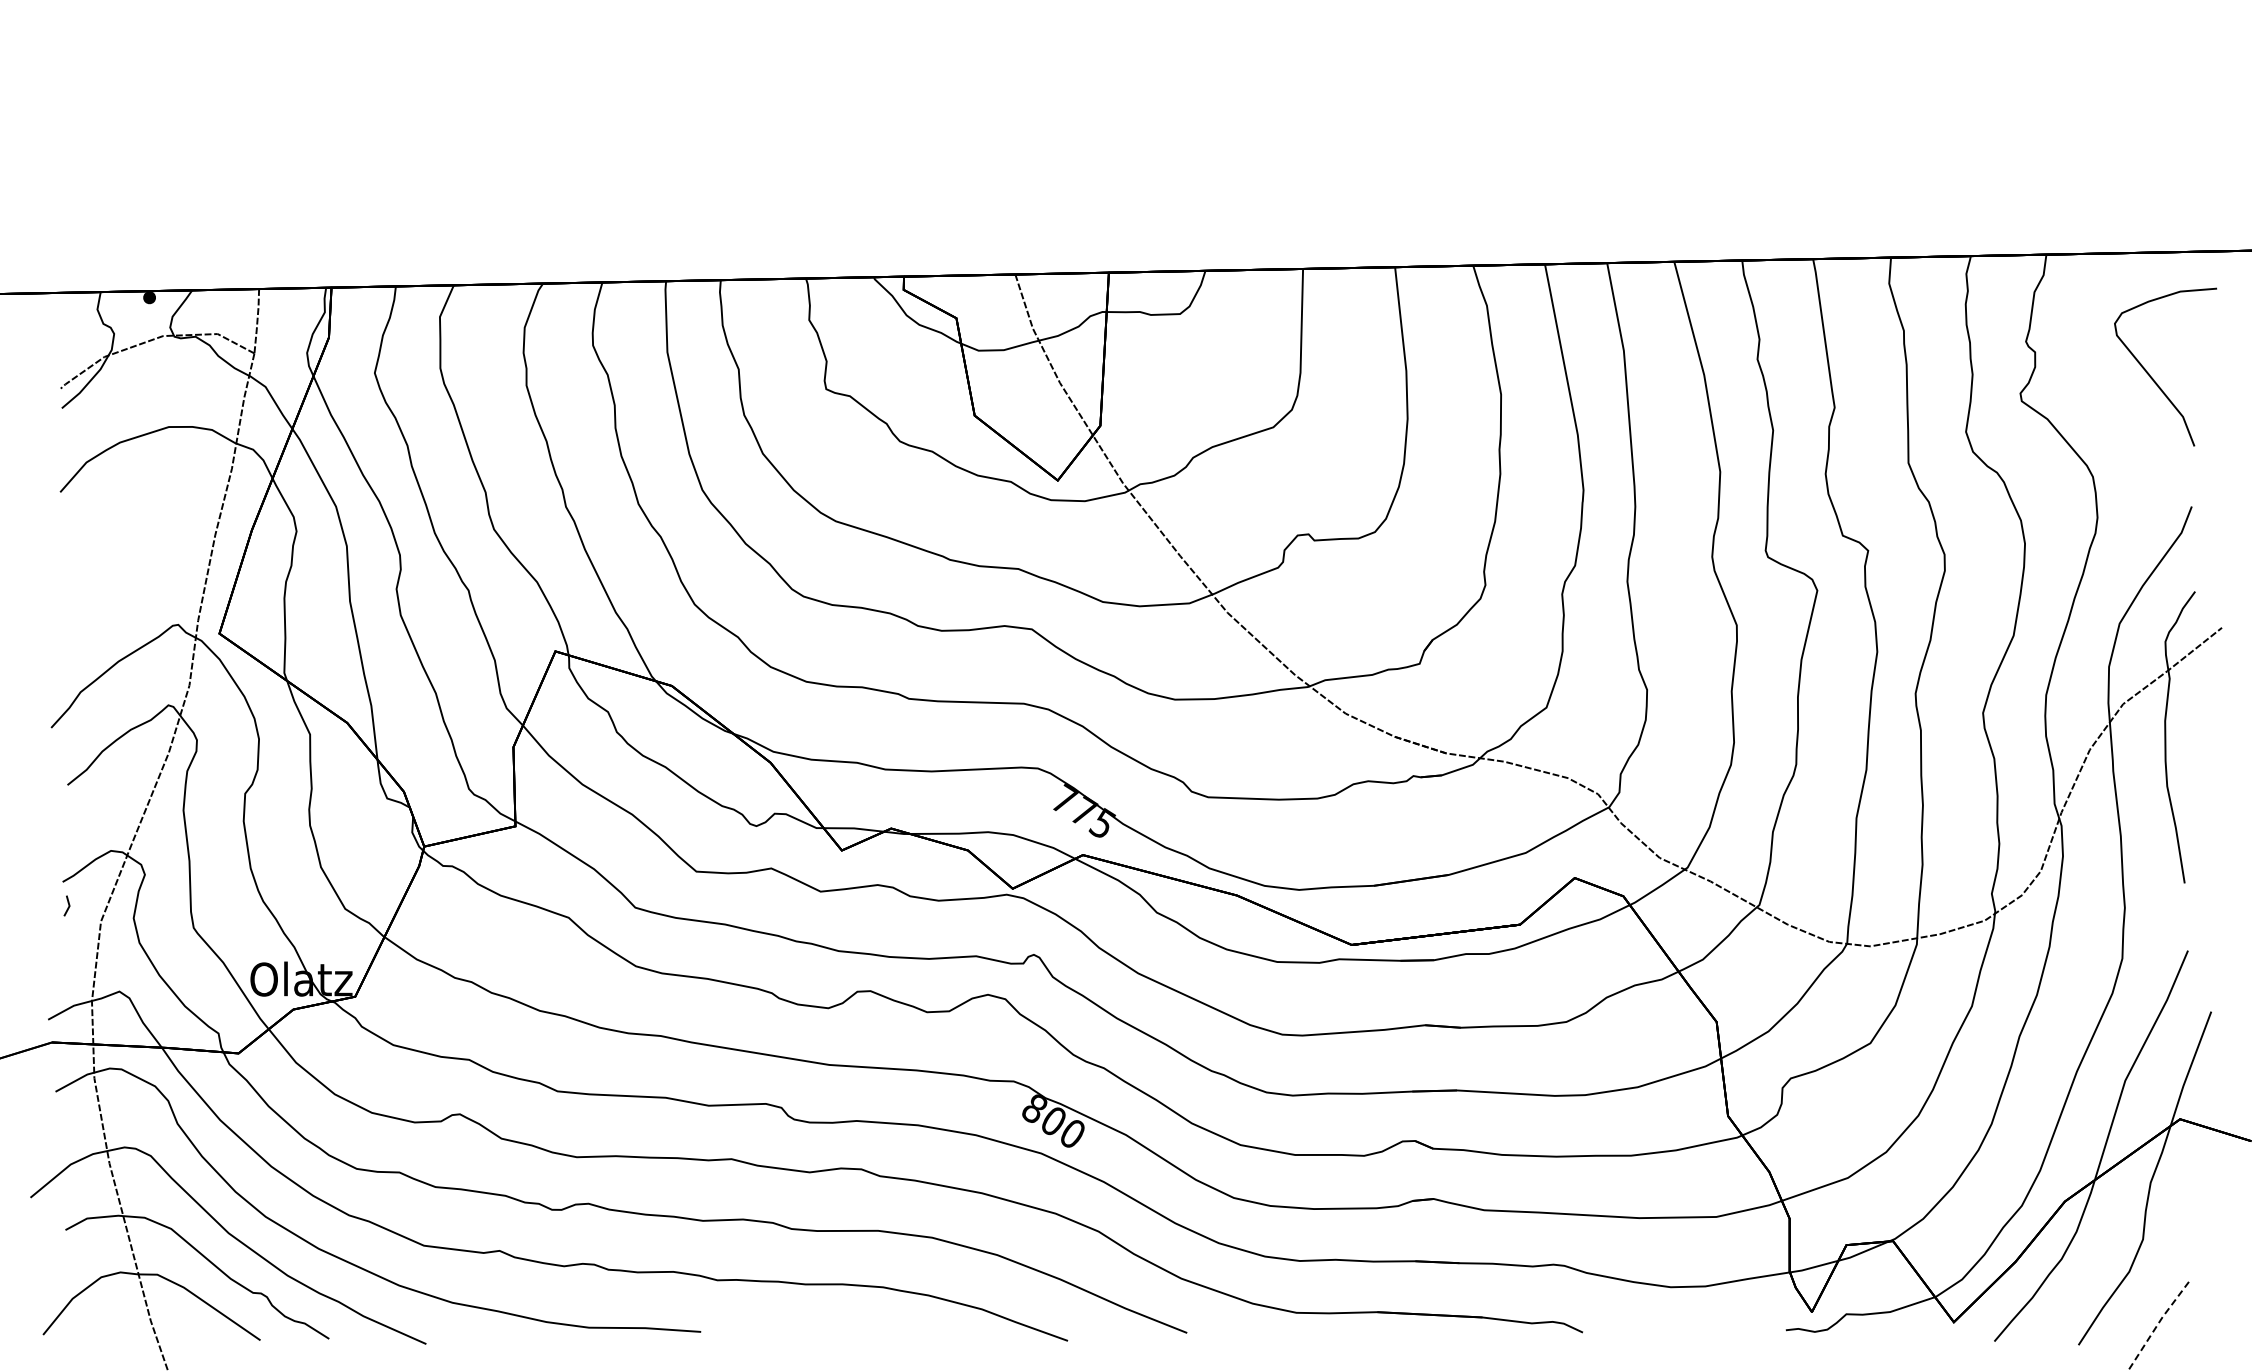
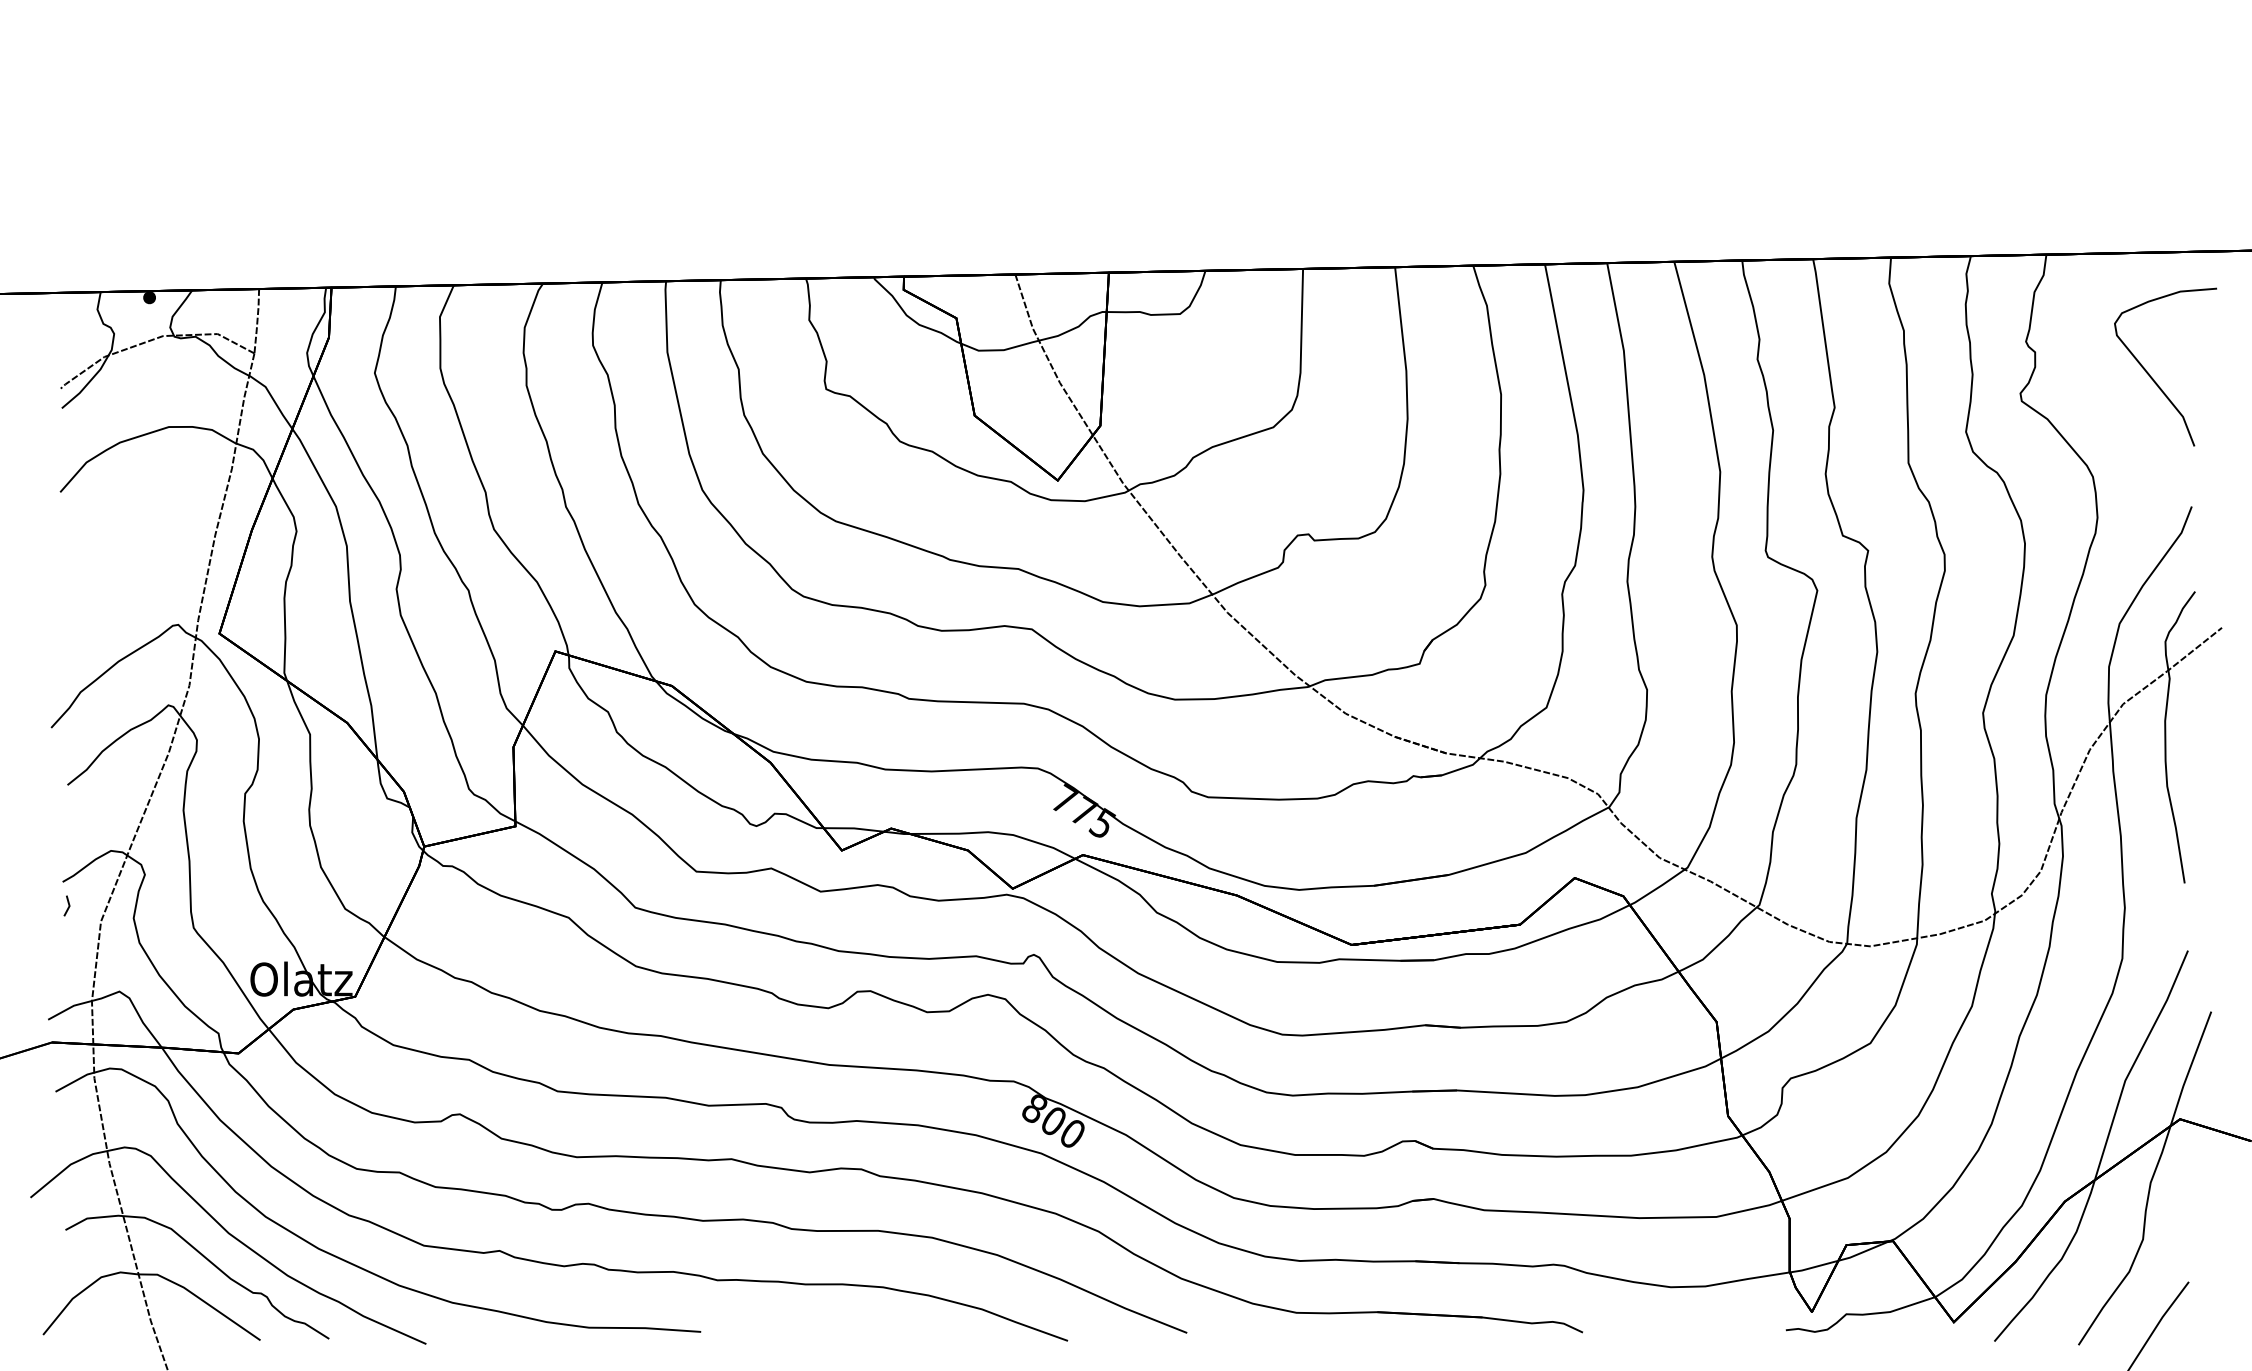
line at (2157, 1325): dashed -> solid
